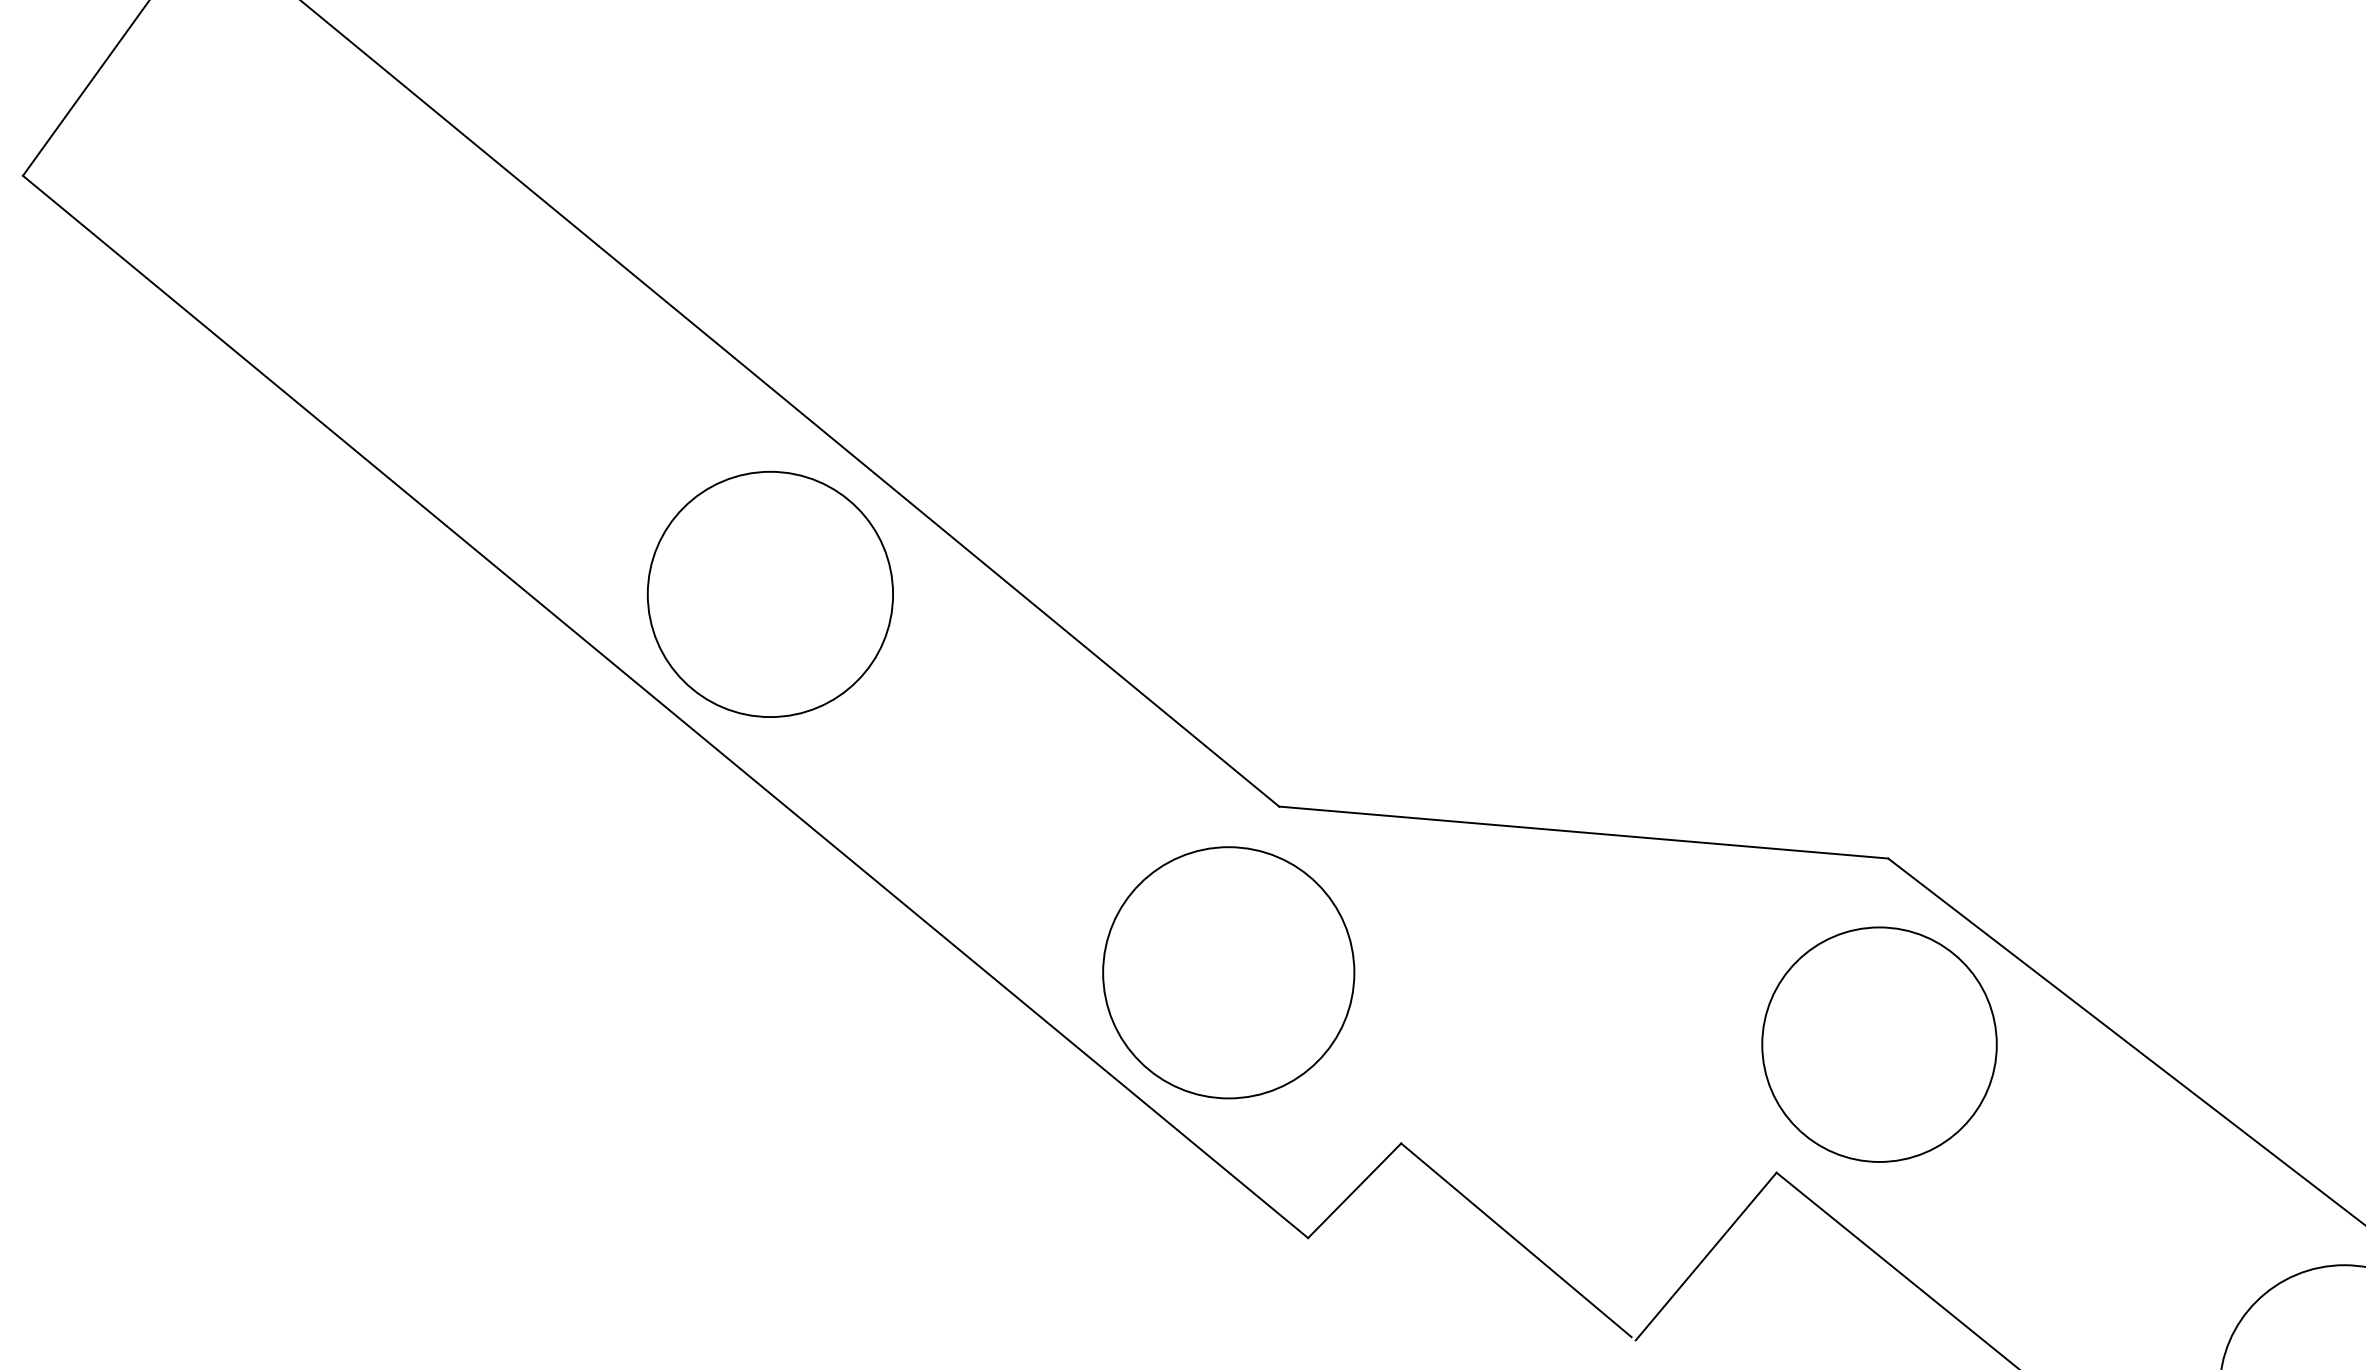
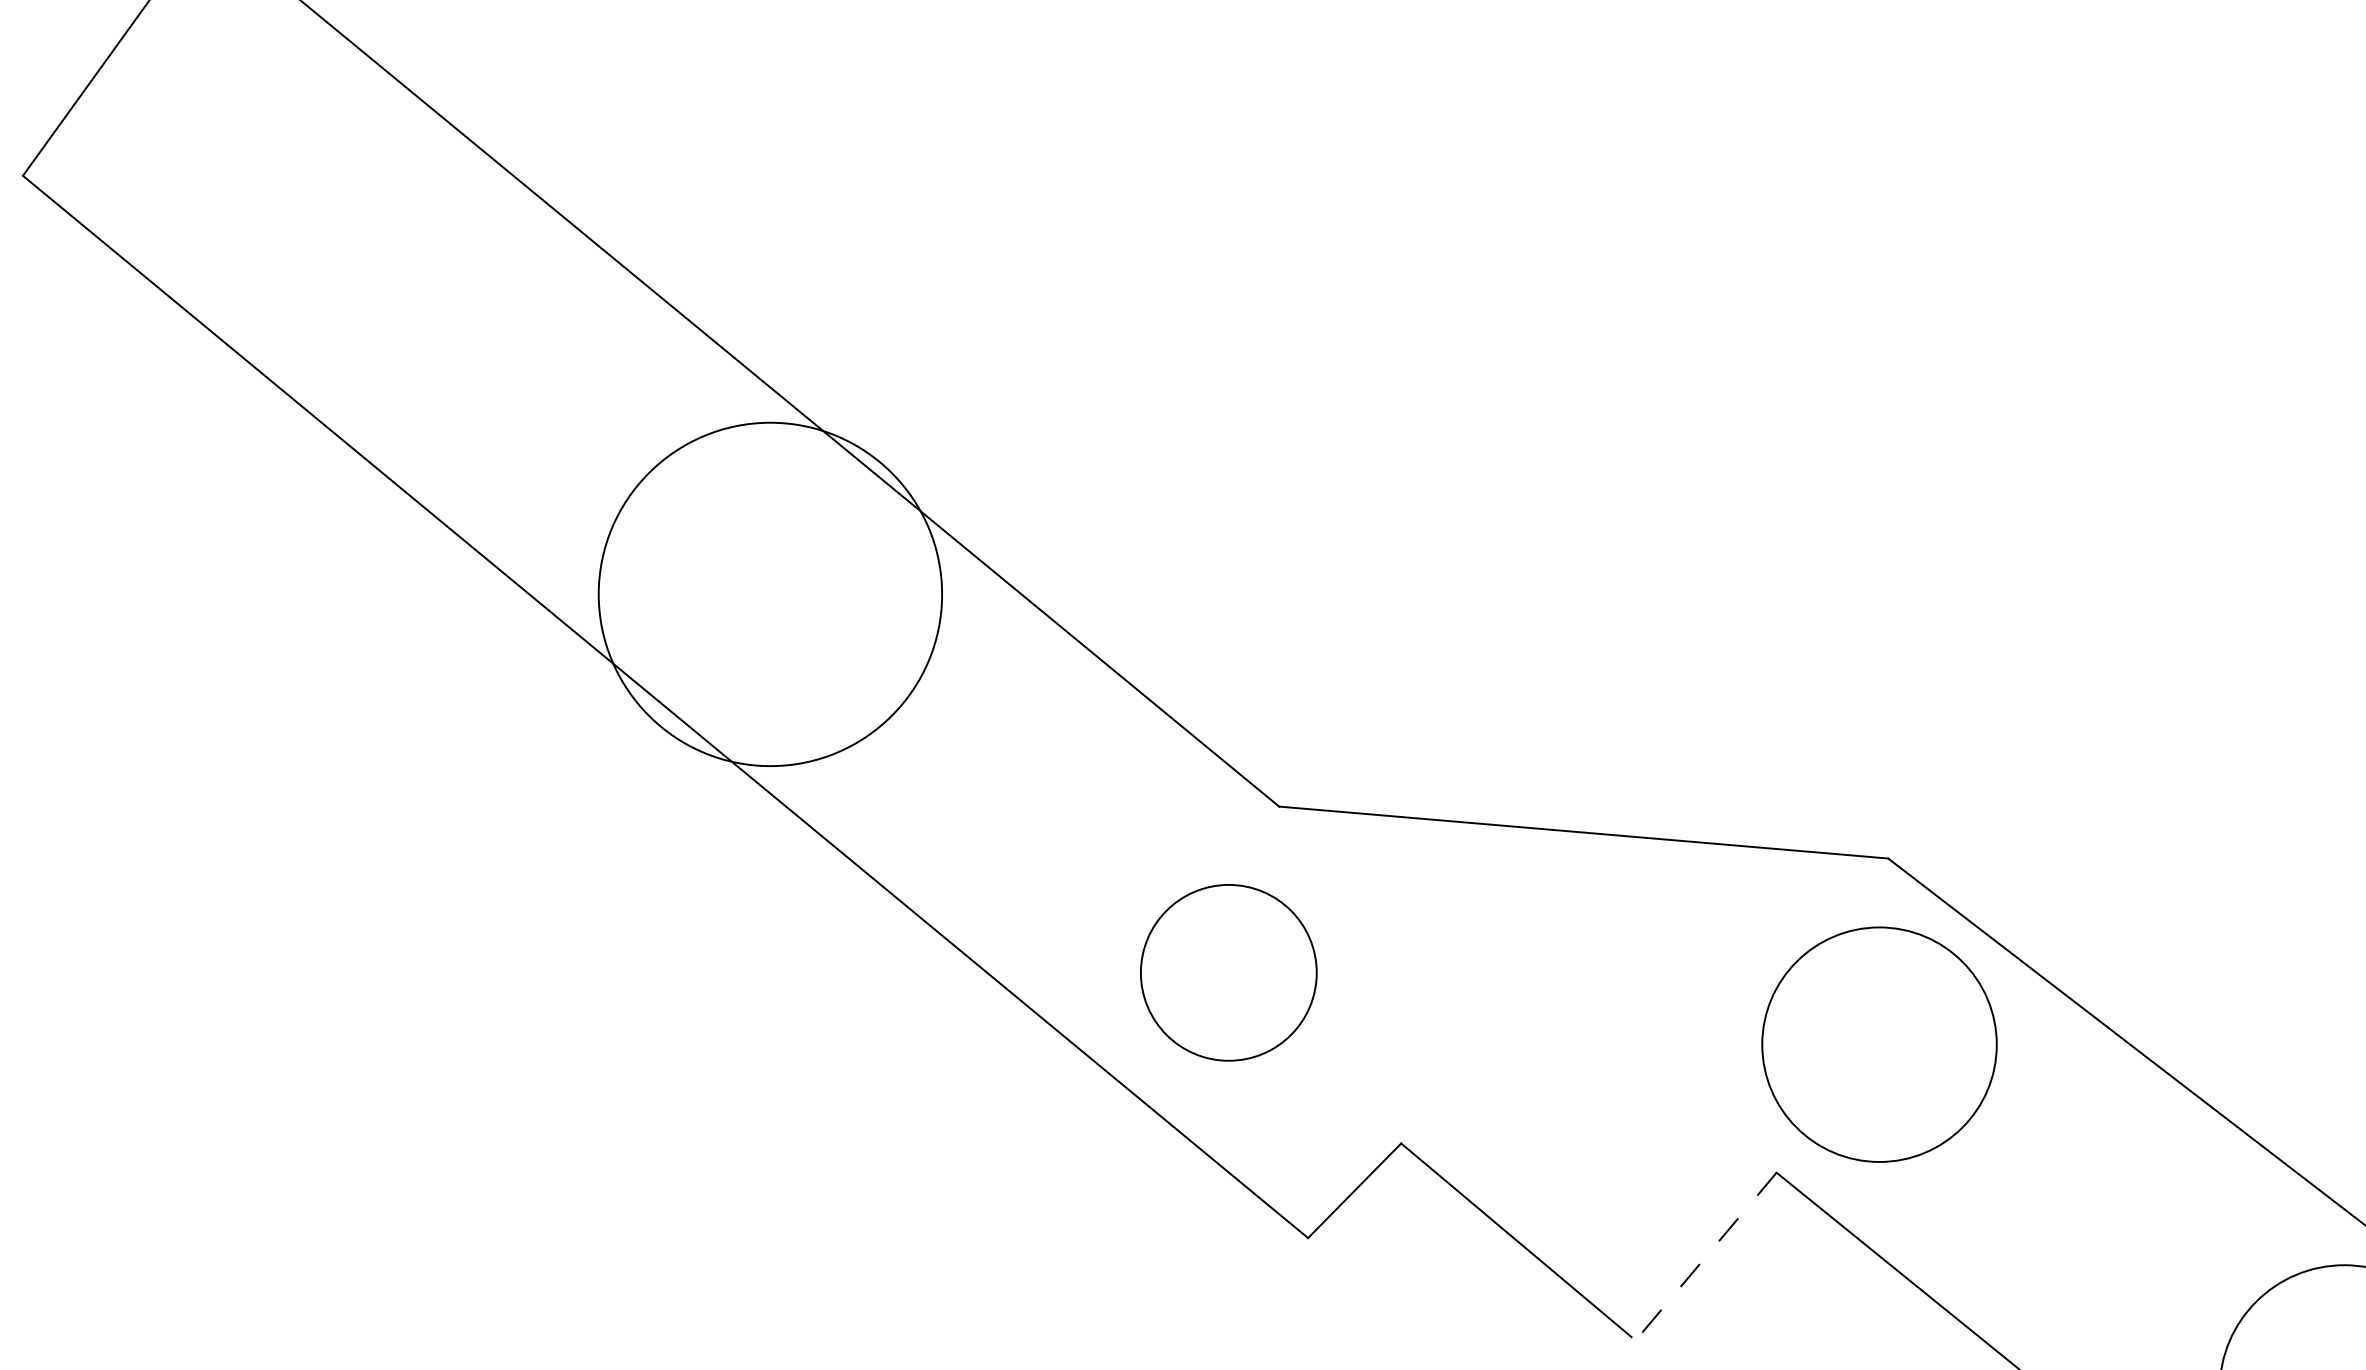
circle at (770, 594) diameter: 245 px -> 343 px
circle at (1228, 972) size: 254x254 px -> 178x178 px
line at (1705, 1256): solid -> dashed
